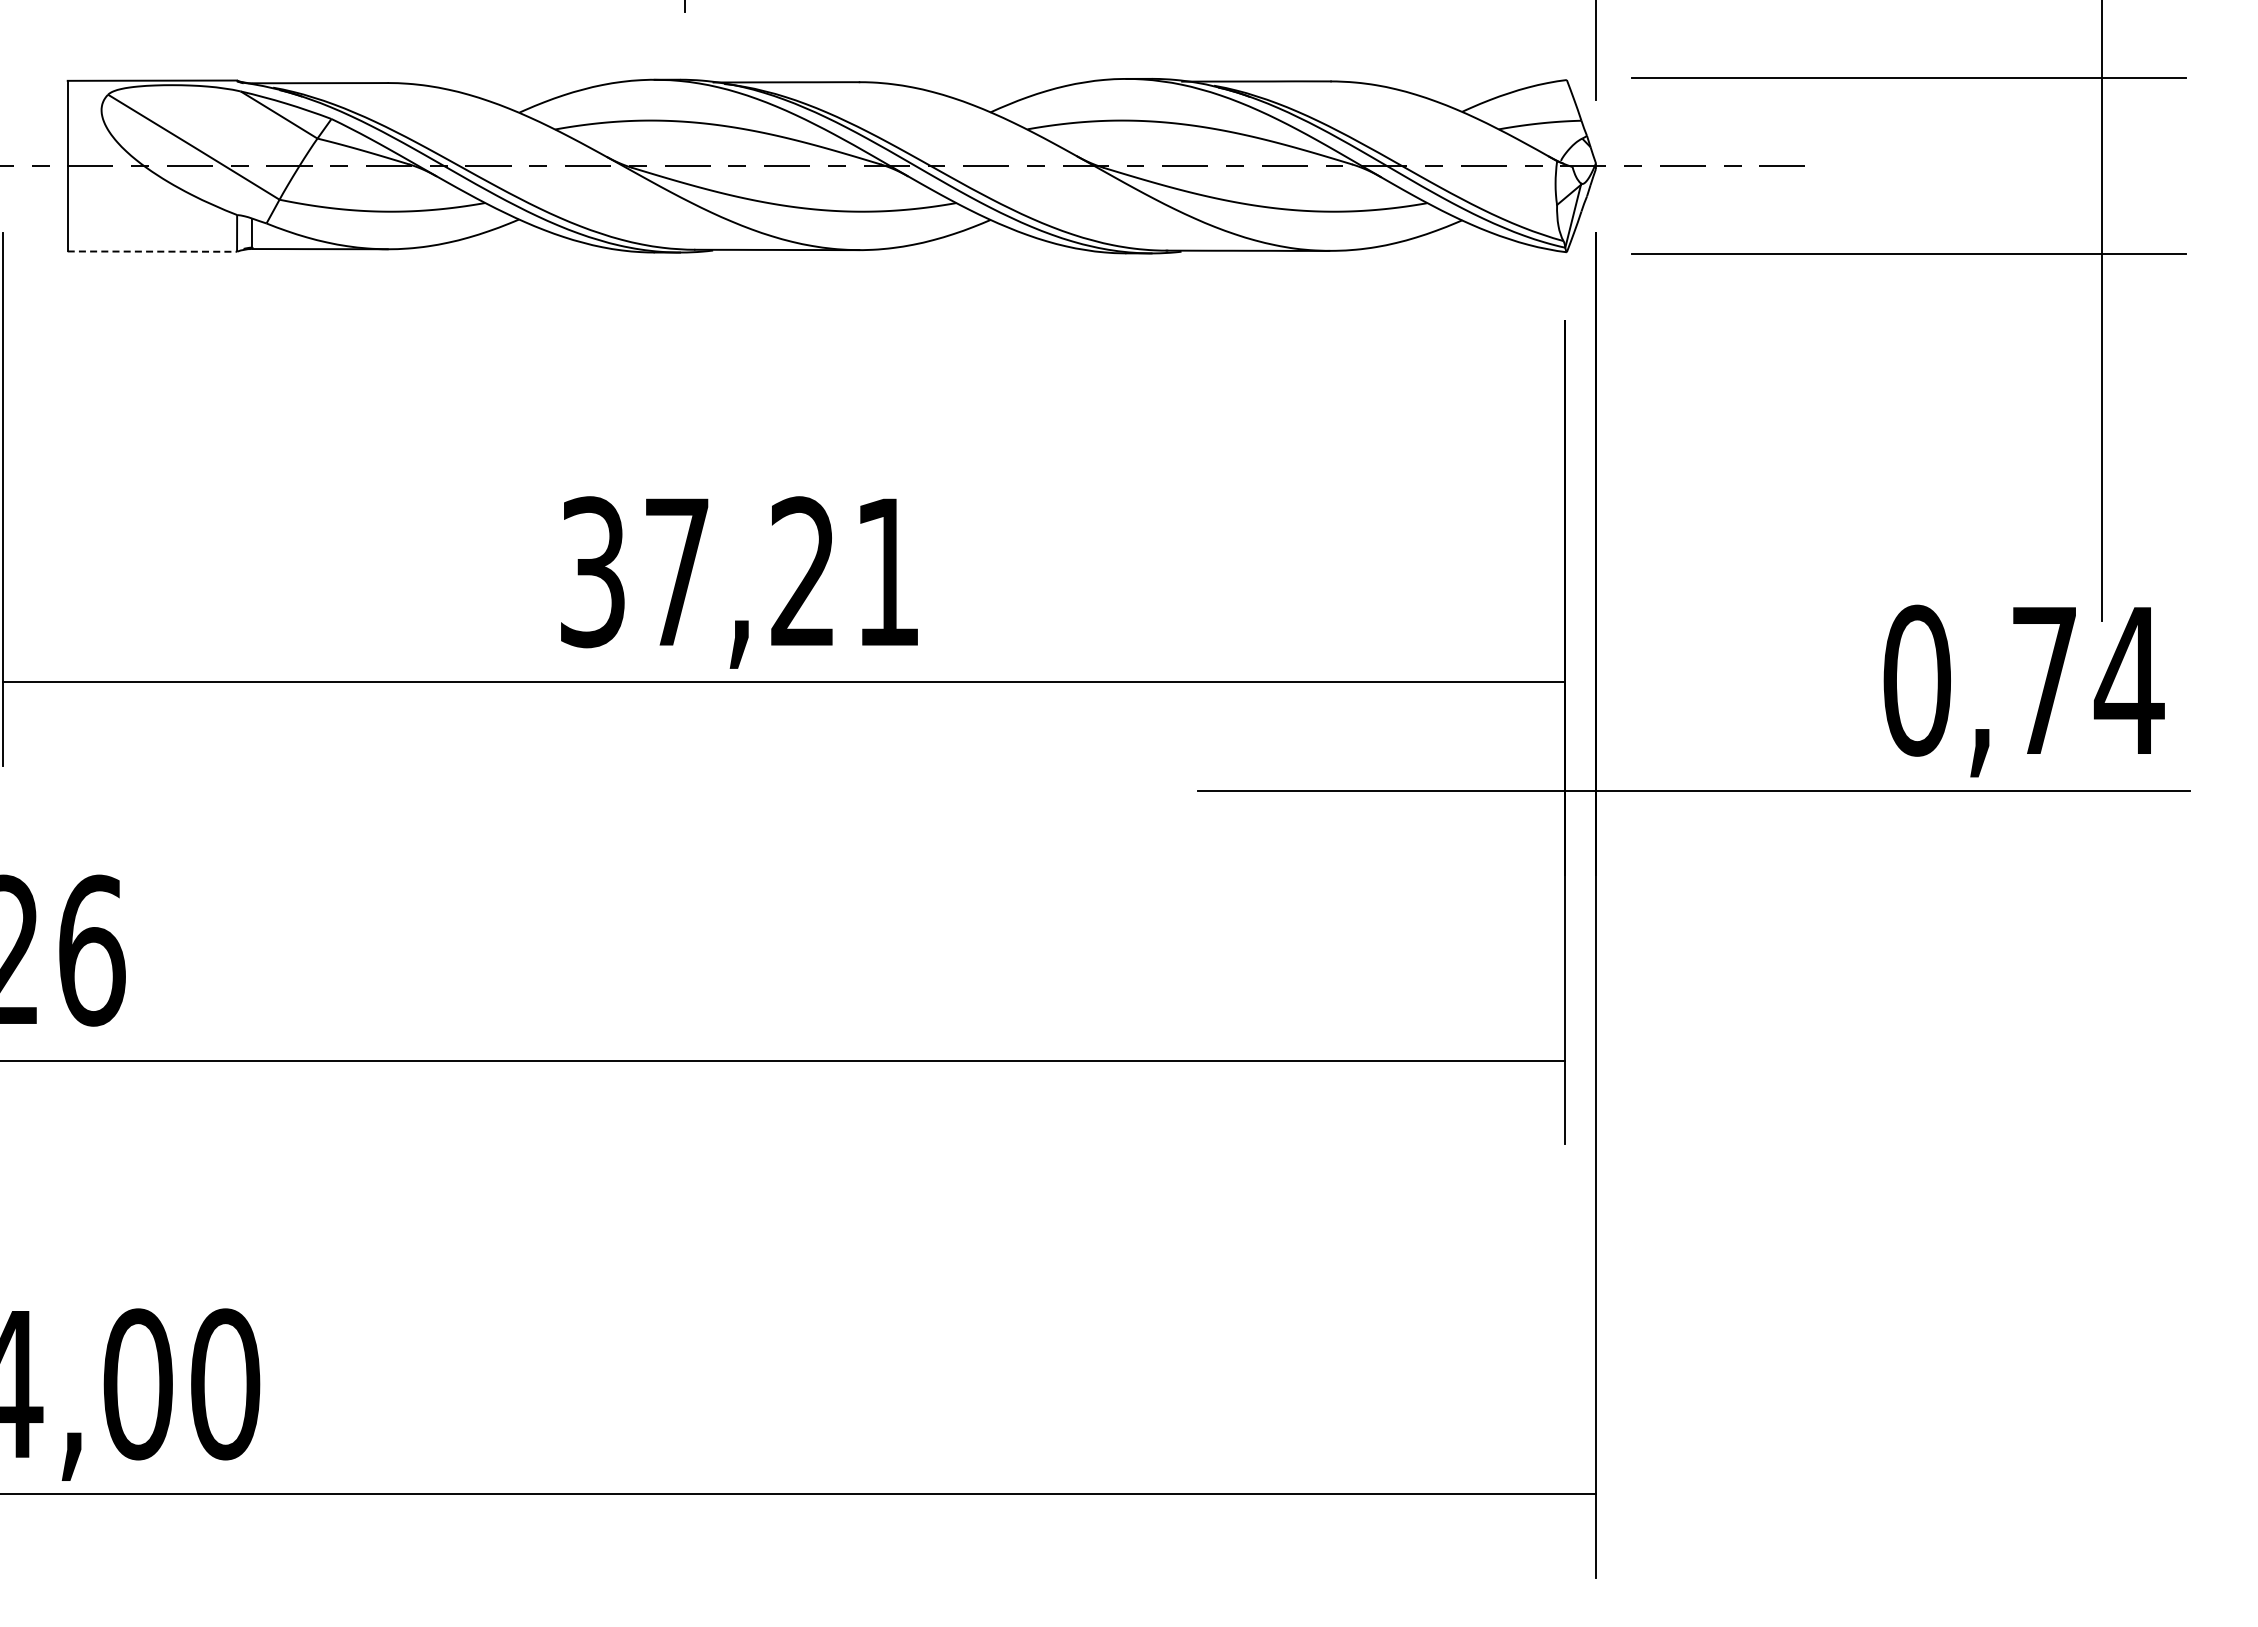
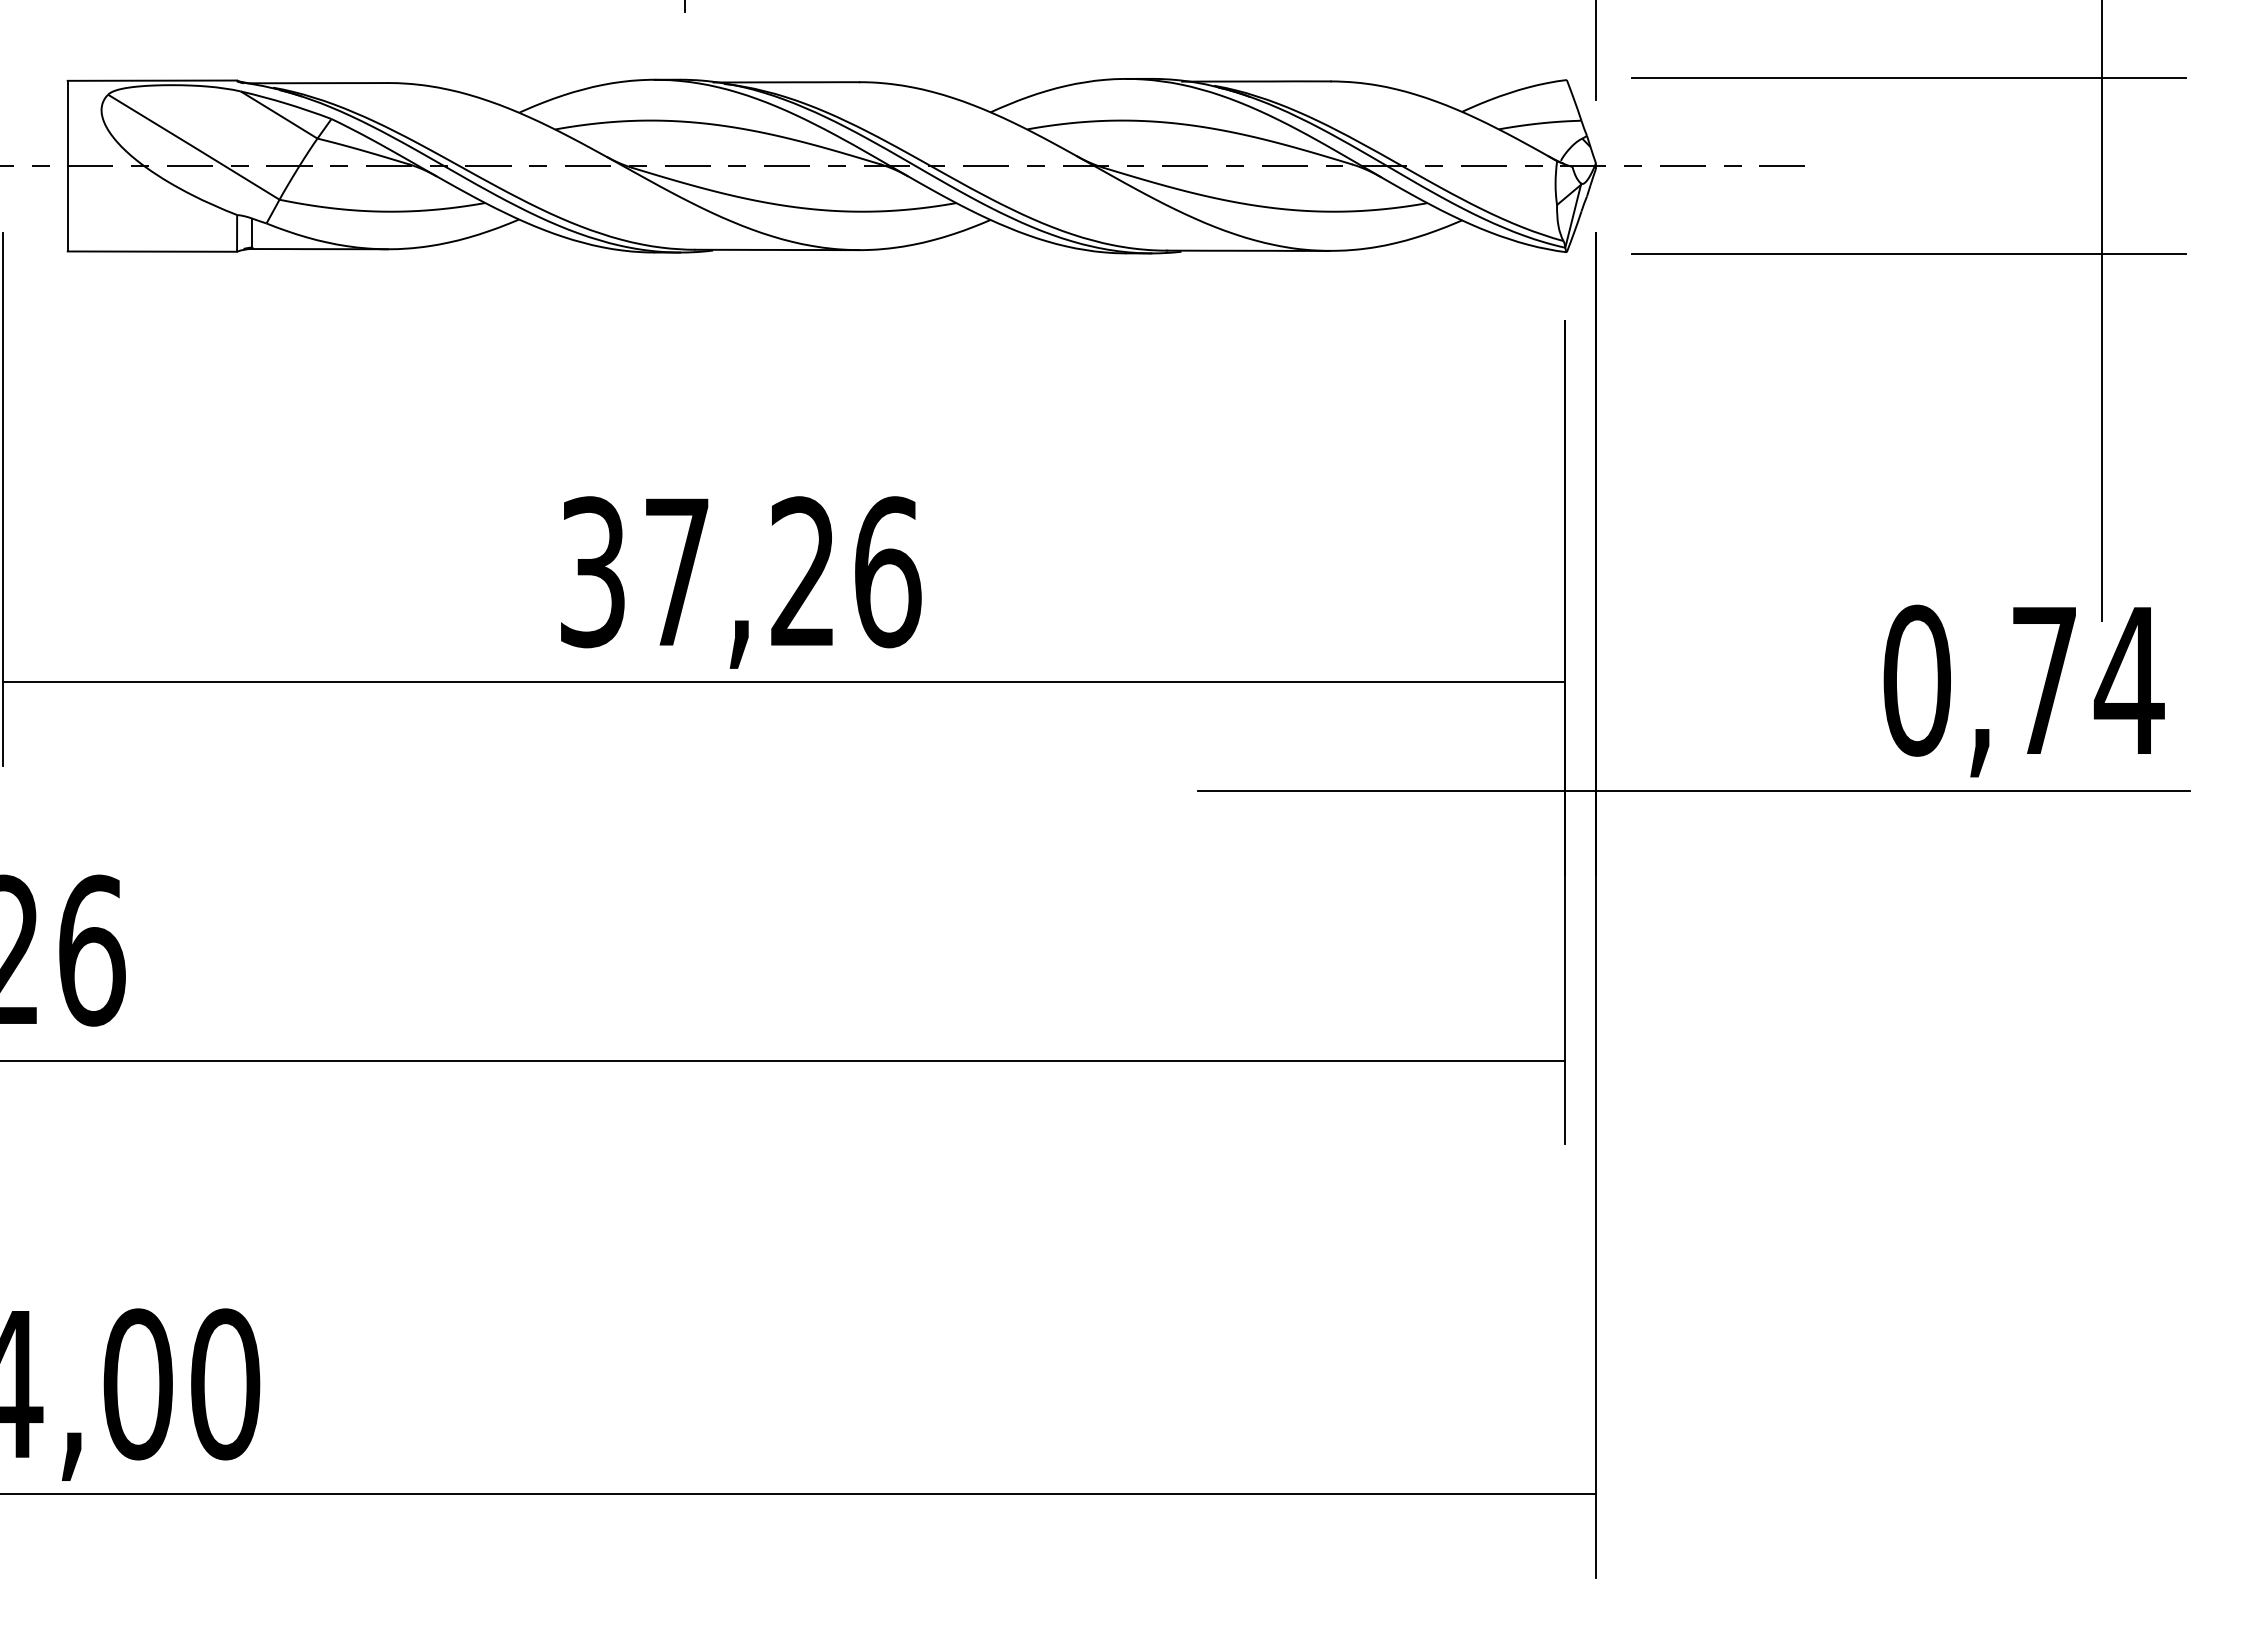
line at (152, 251): dashed -> solid
text at (888, 572): 37,21 -> 37,26
